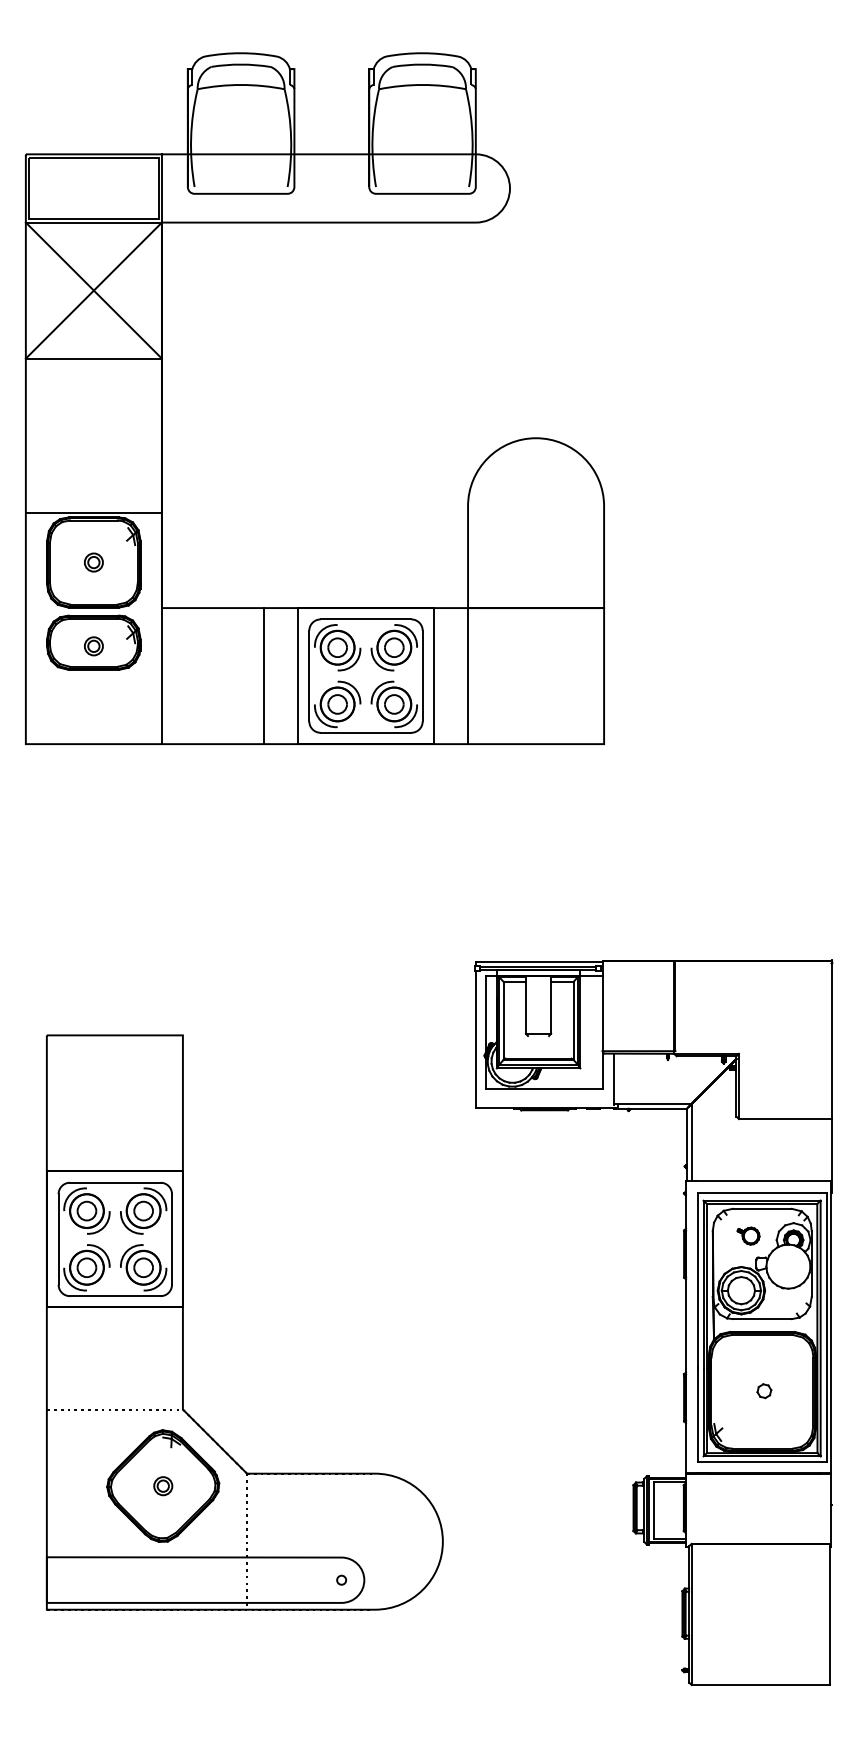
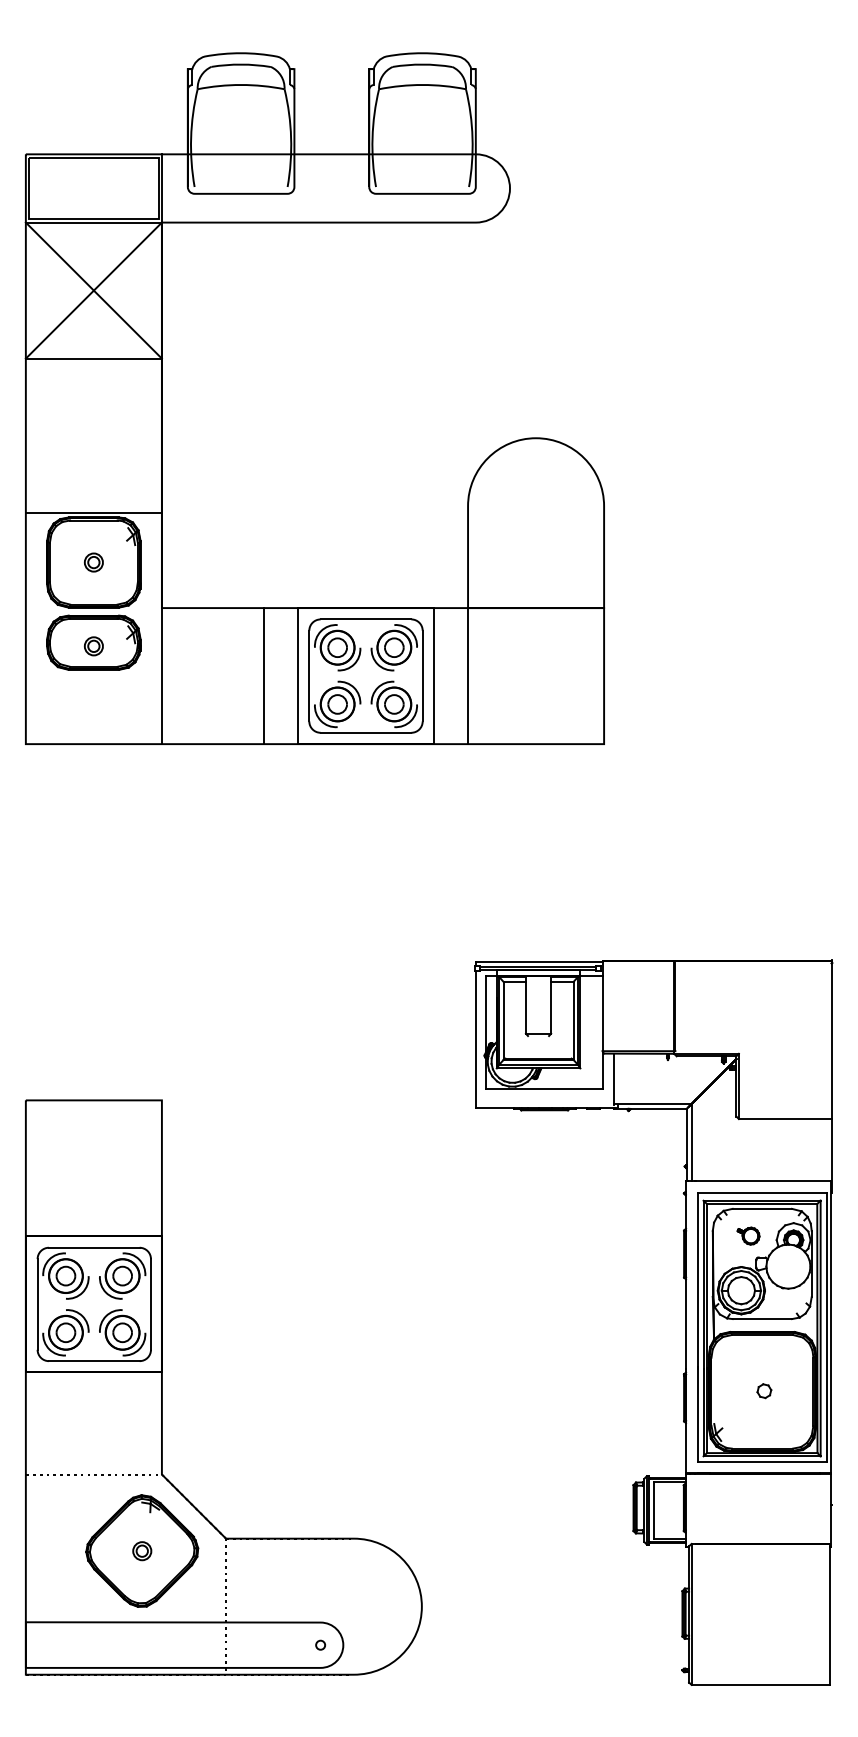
part at (183, 1322) position: (183, 1322) -> (162, 1387)
